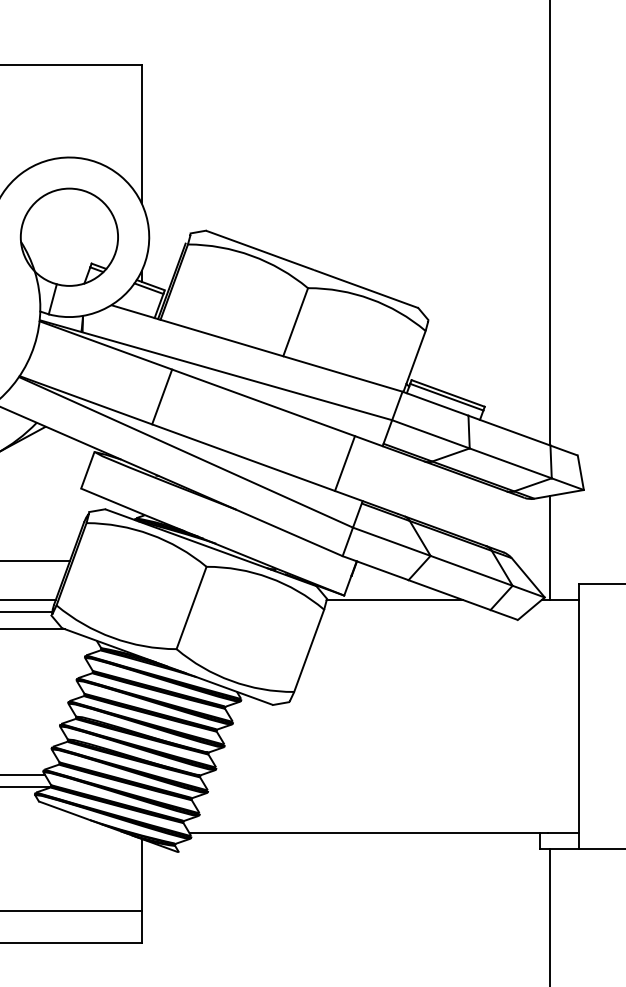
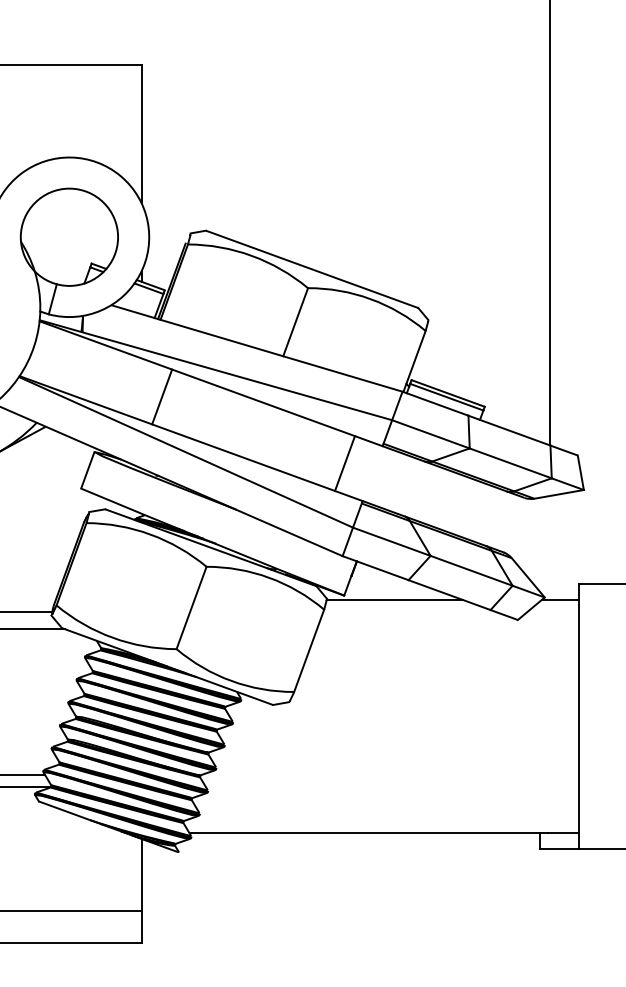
line at (550, 547): present -> none
line at (36, 560): present -> none
line at (28, 599): present -> none
line at (550, 915): present -> none
